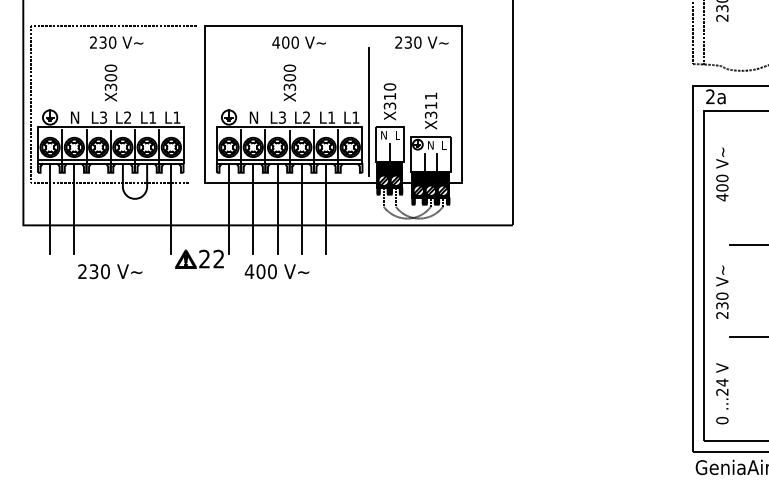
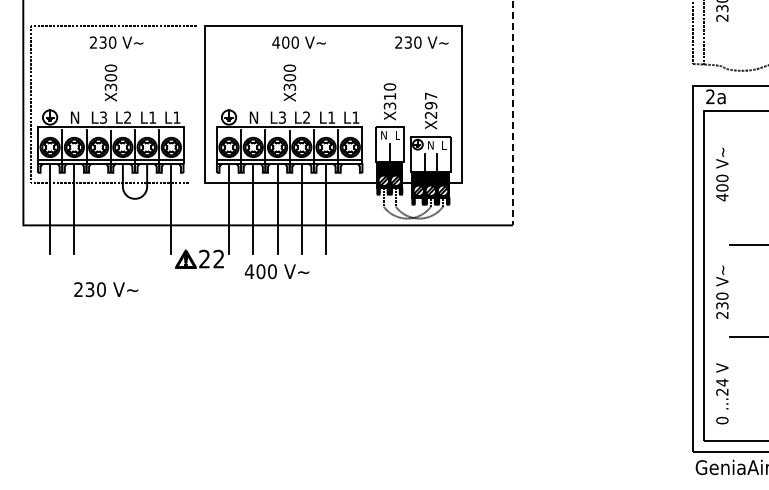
text at (430, 105): X311 -> X297
line at (369, 111): present -> none
line at (512, 113): solid -> dashed
text at (110, 271) position: (110, 271) -> (106, 289)
